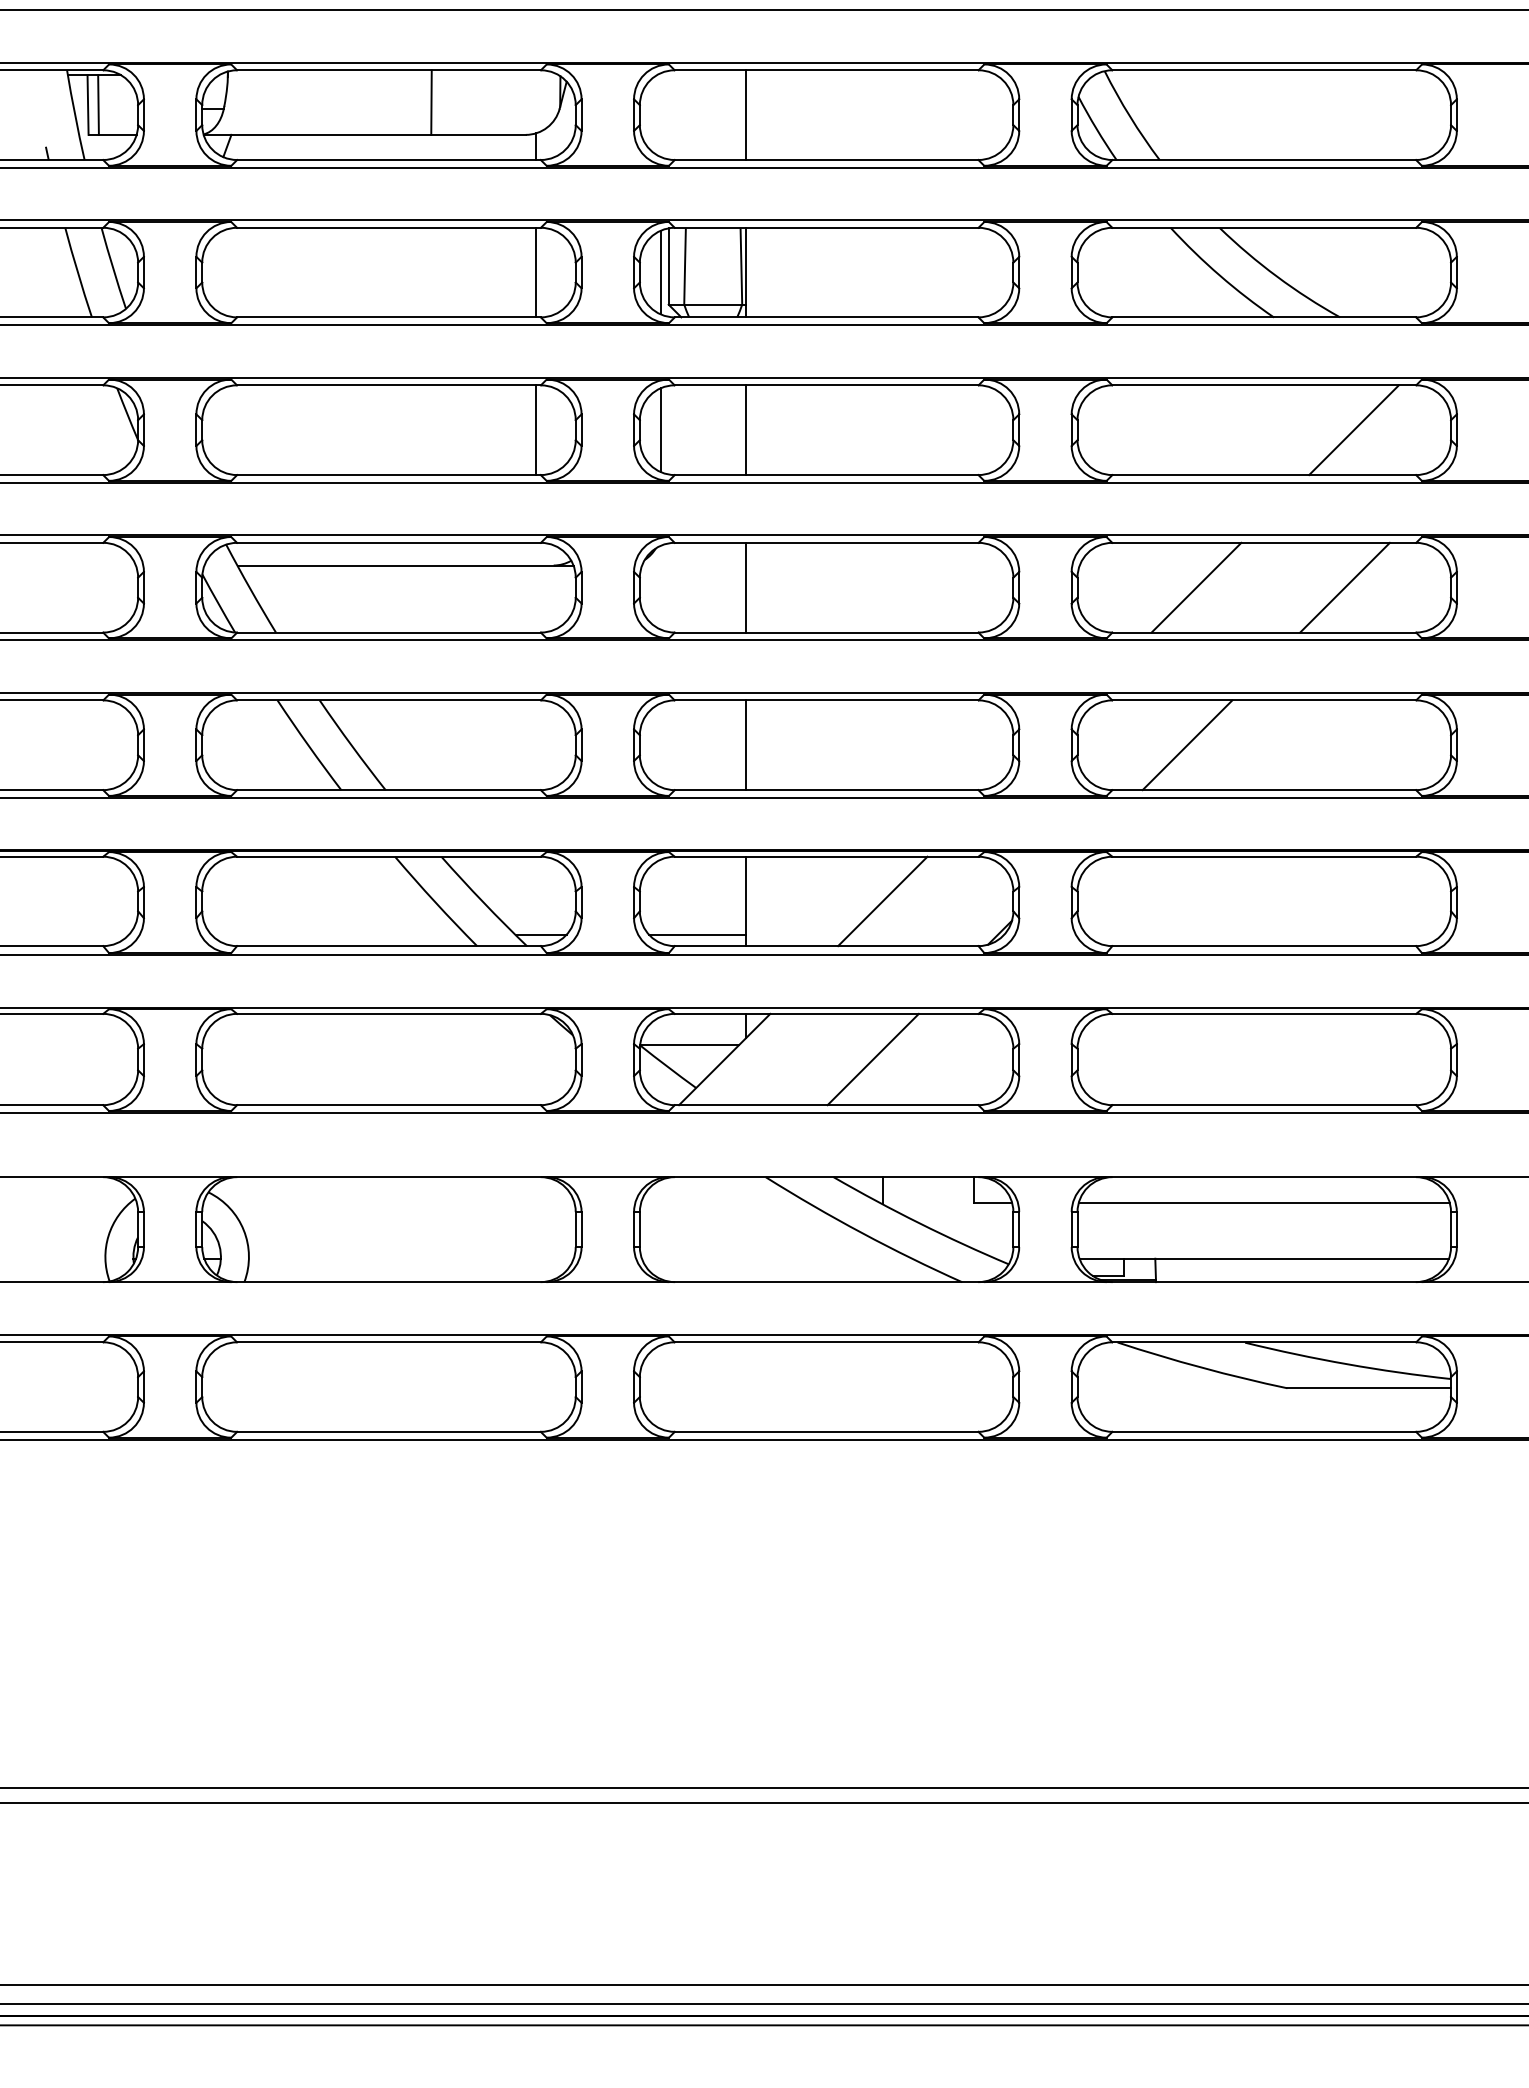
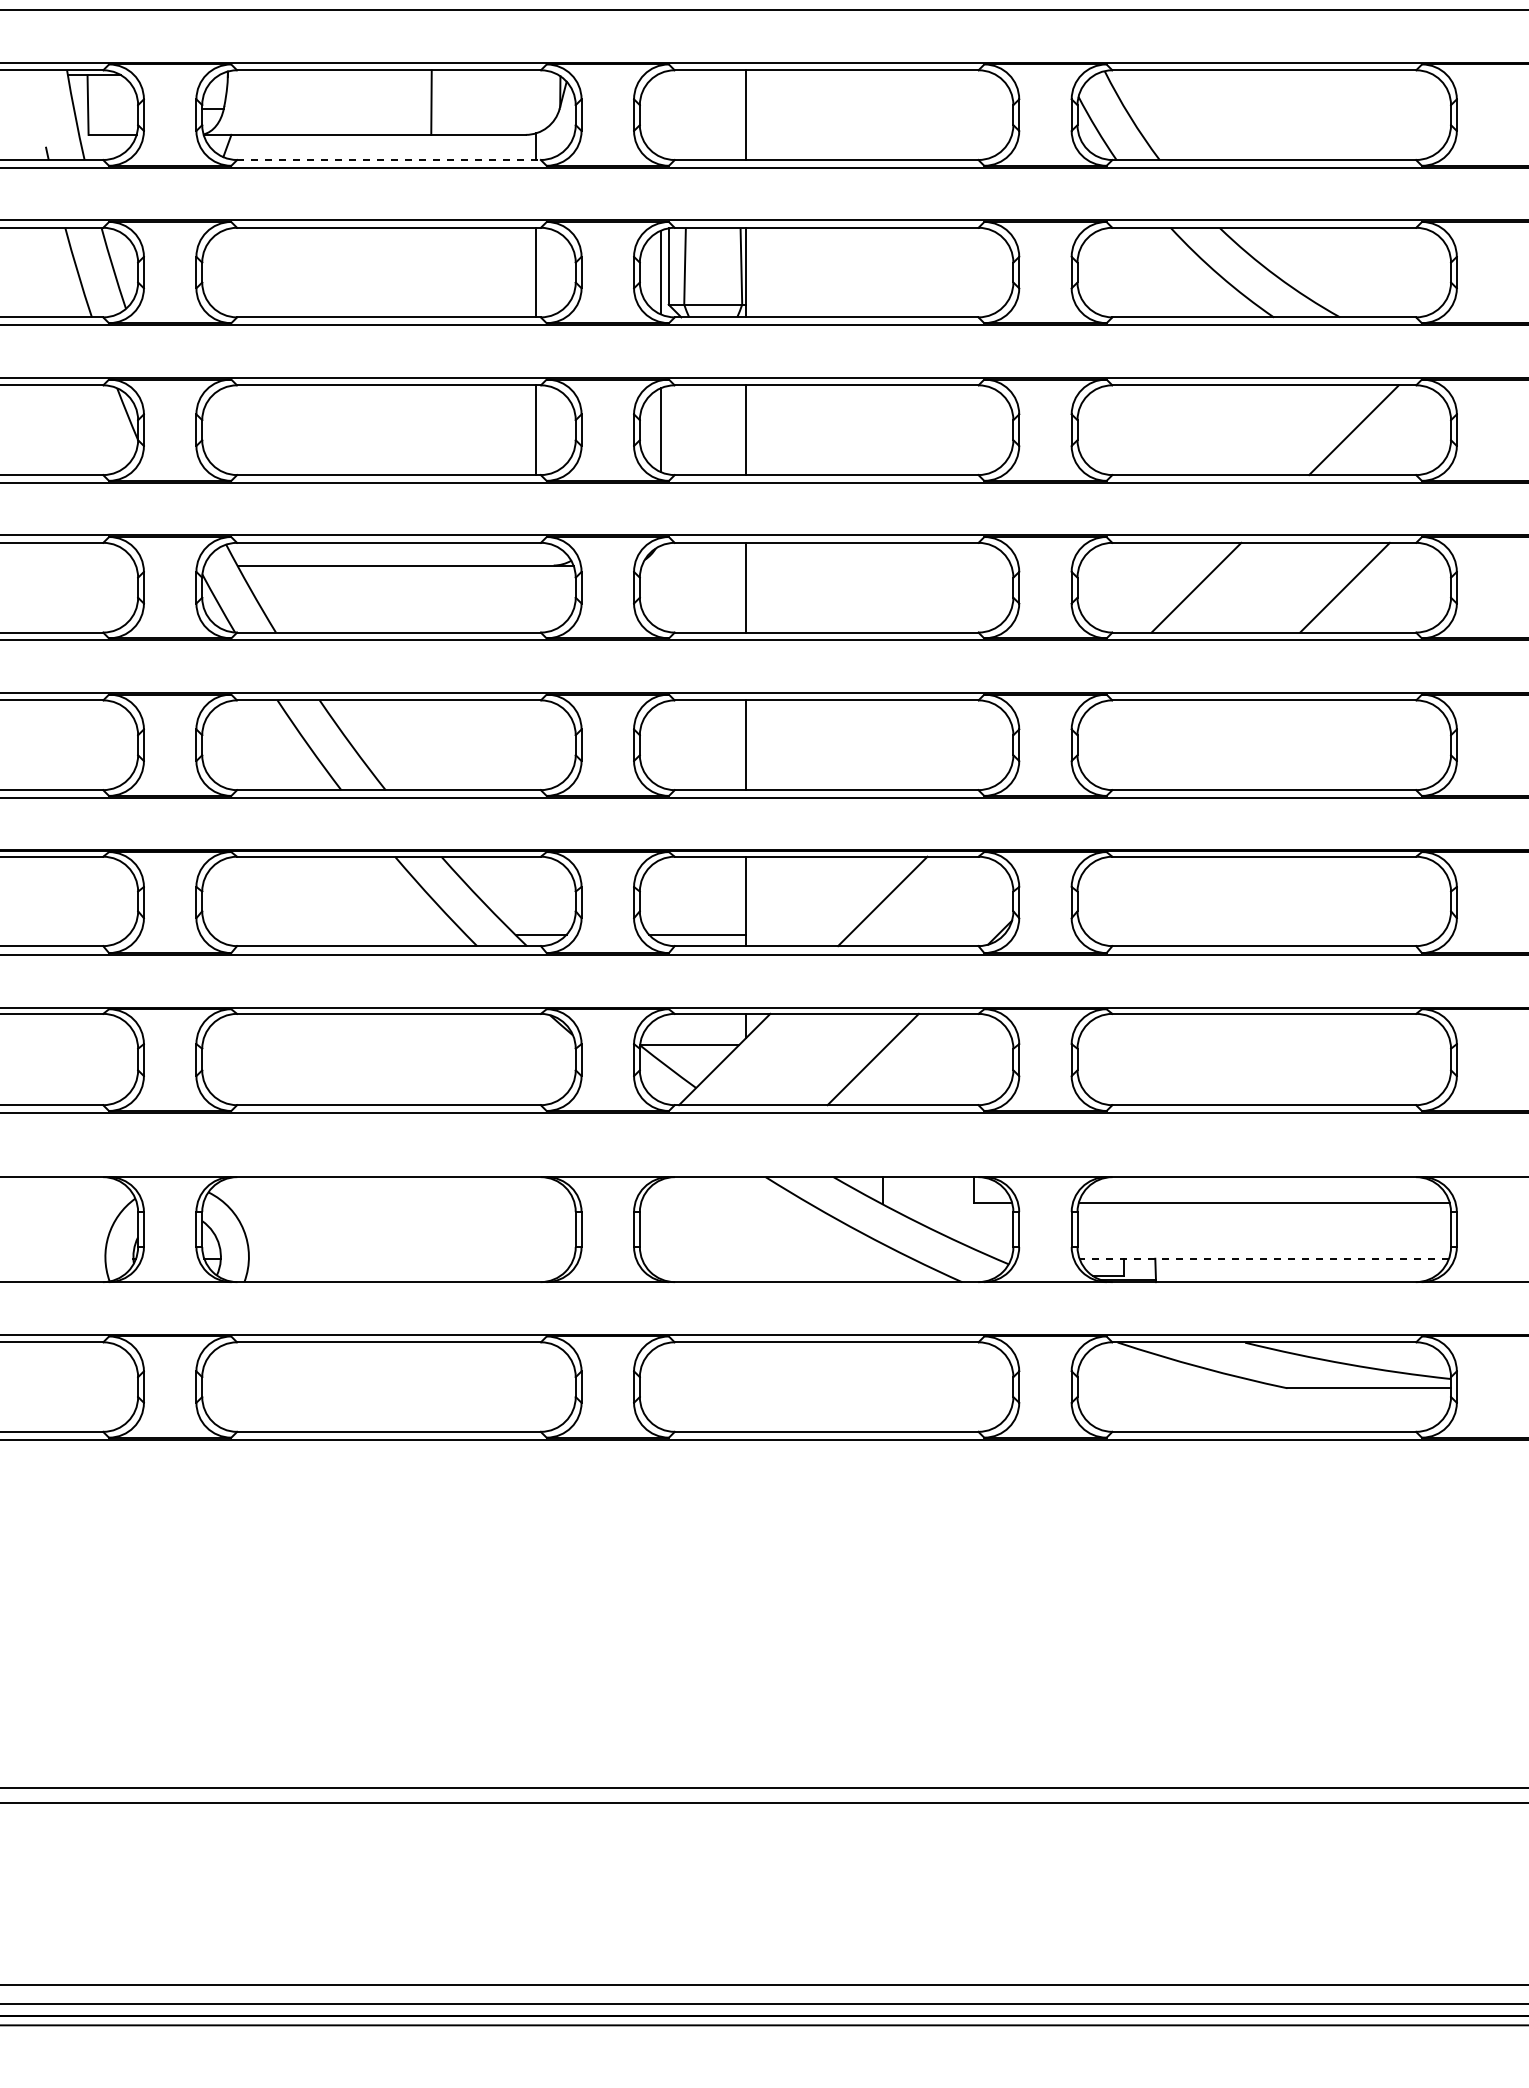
line at (98, 104): present -> none
line at (389, 160): solid -> dashed
line at (1187, 745): present -> none
line at (1264, 1258): solid -> dashed
